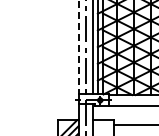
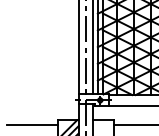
line at (79, 47): dashed -> solid
line at (32, 125): none -> present
